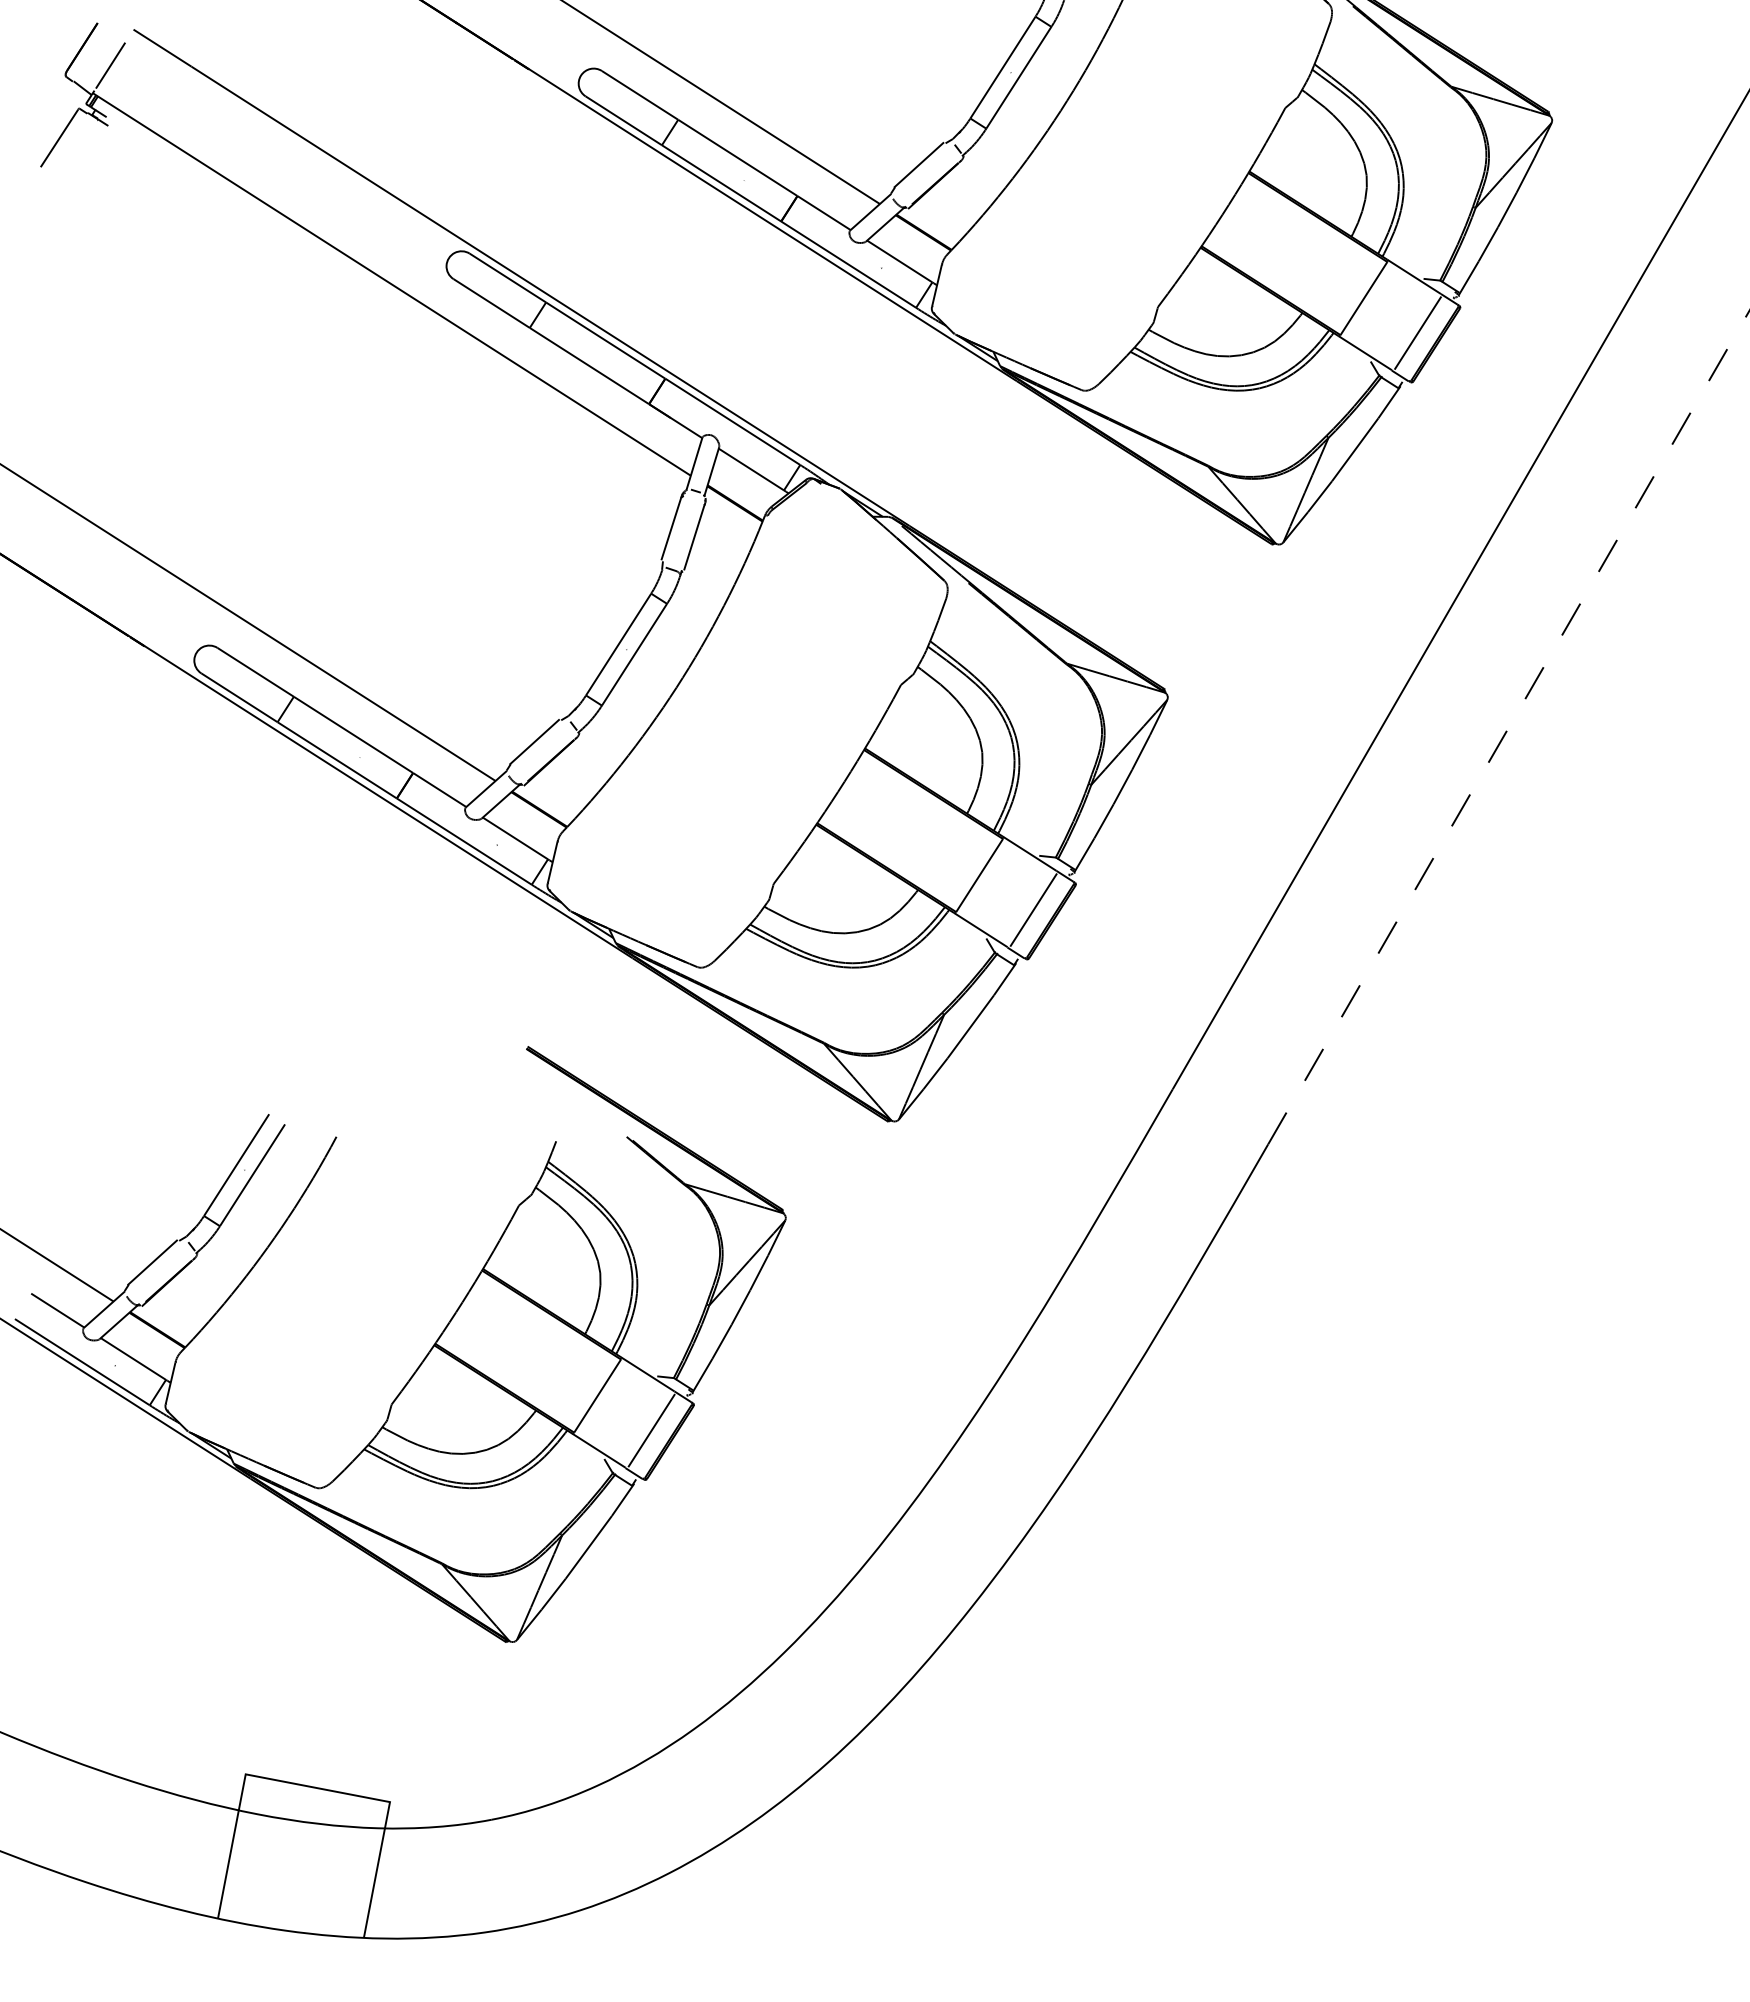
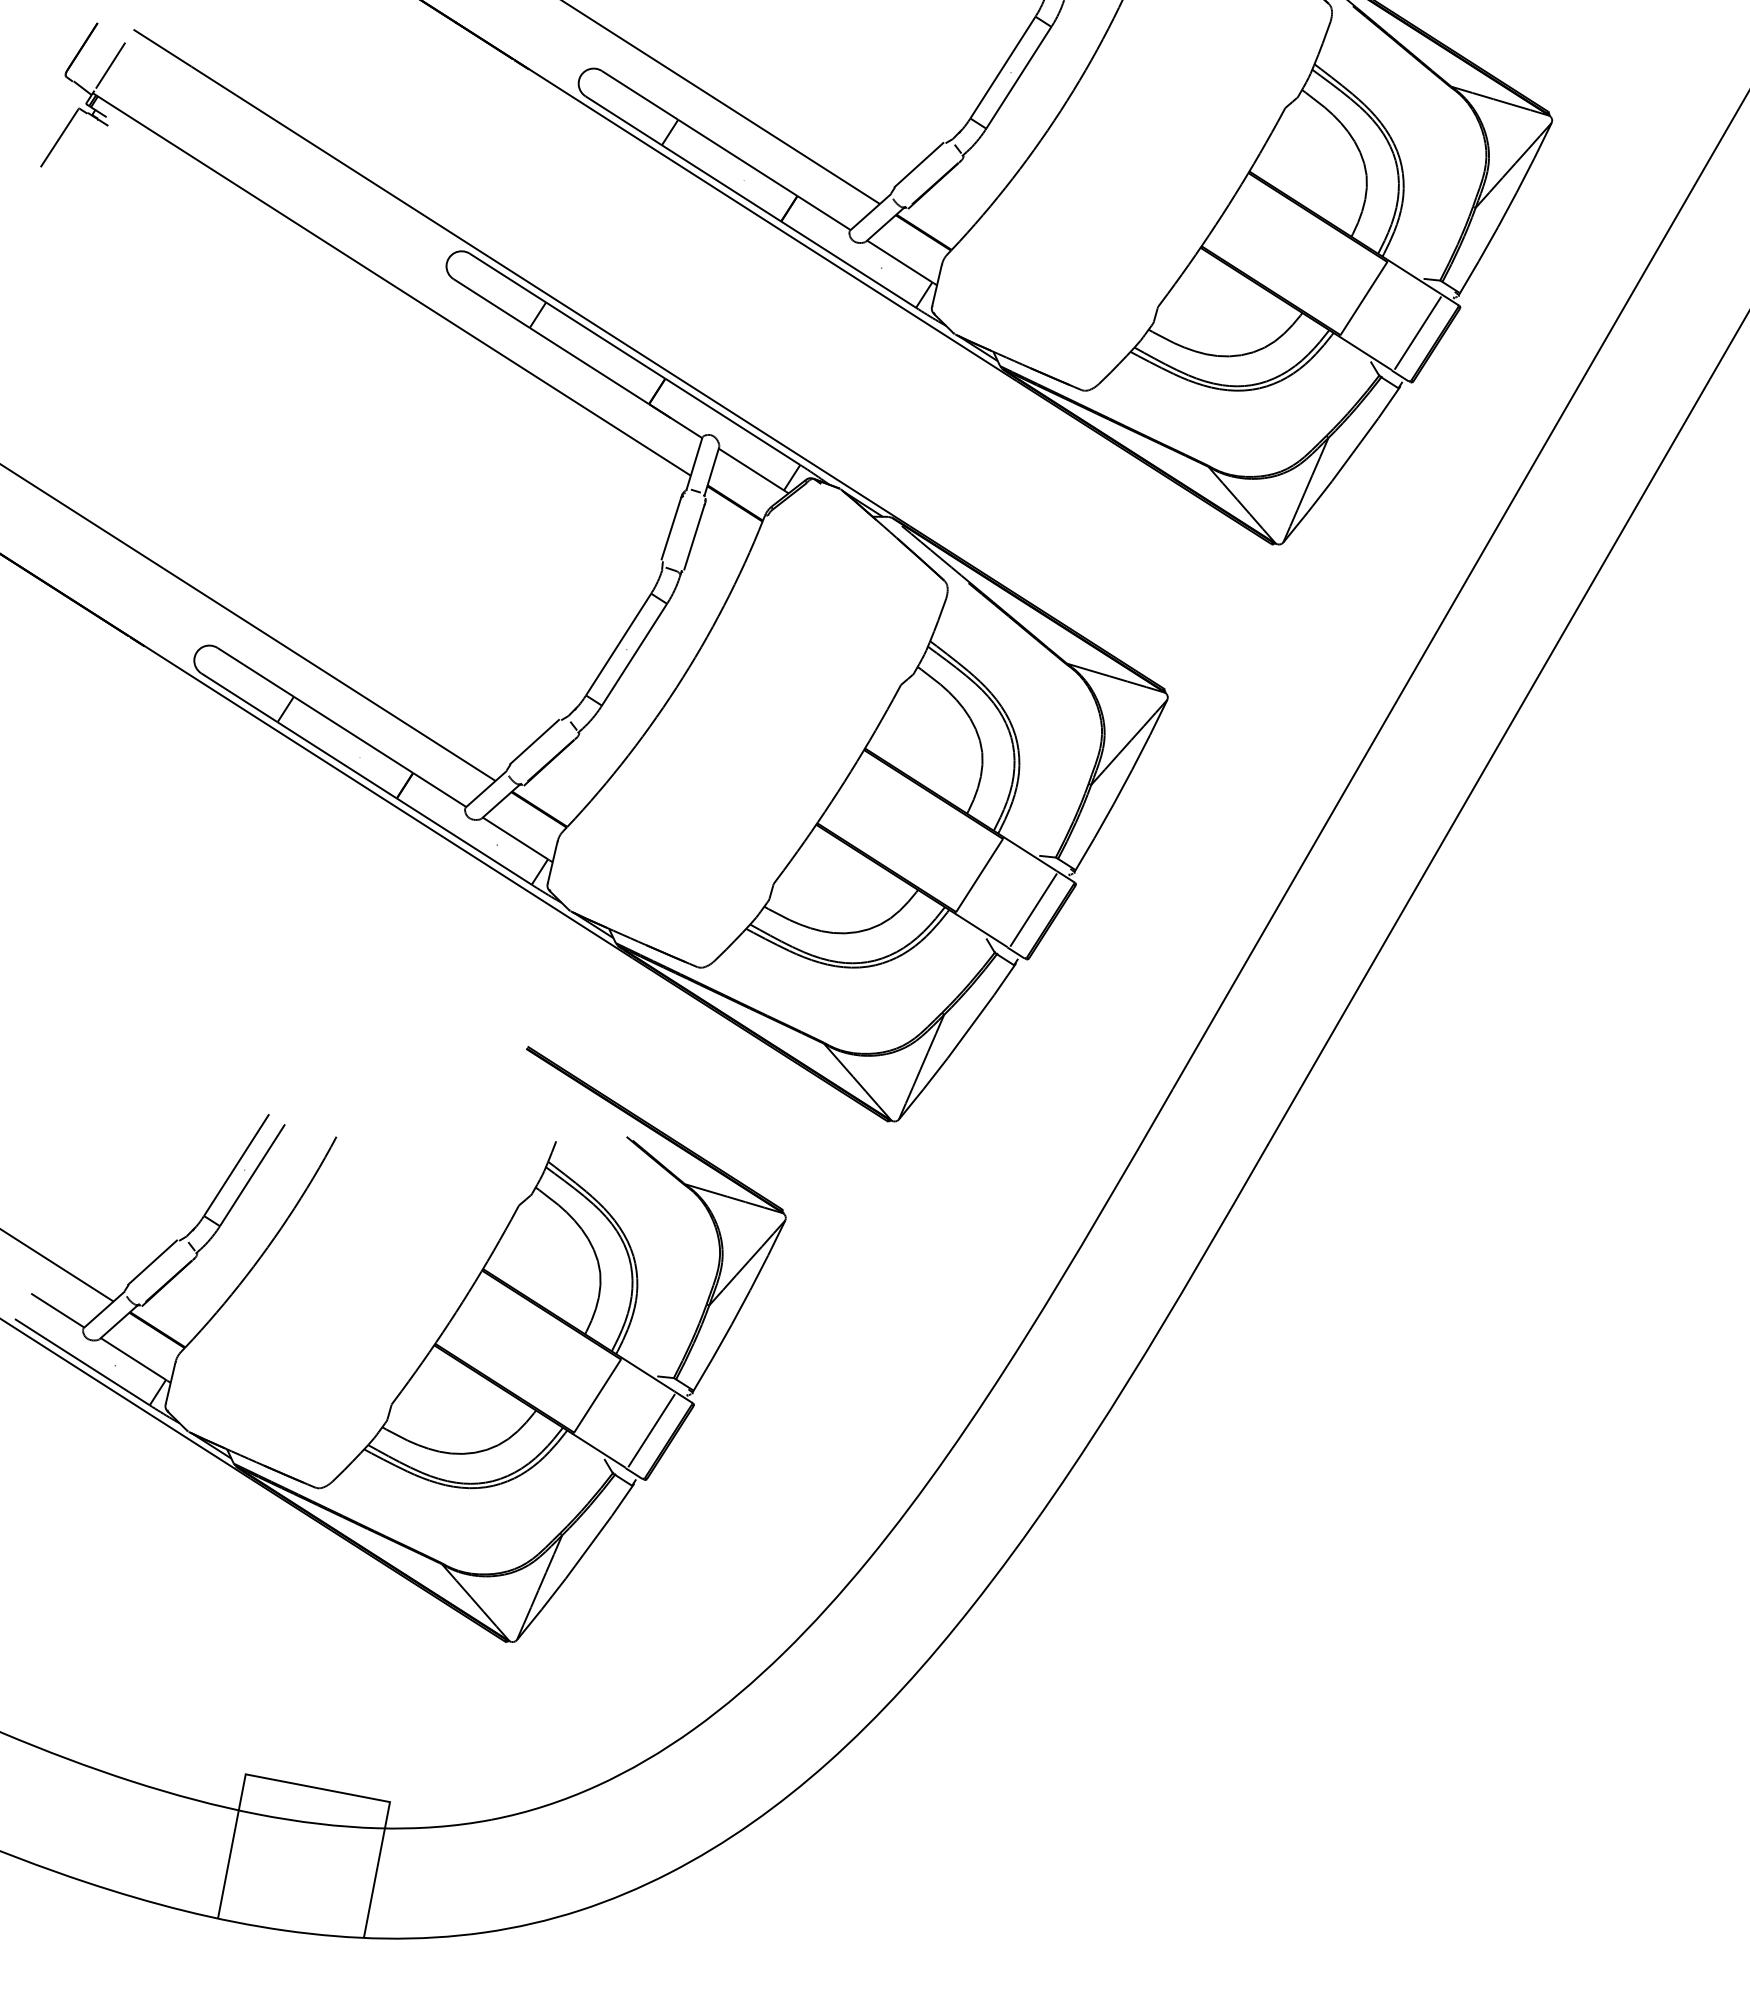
line at (1509, 727): dashed -> solid
